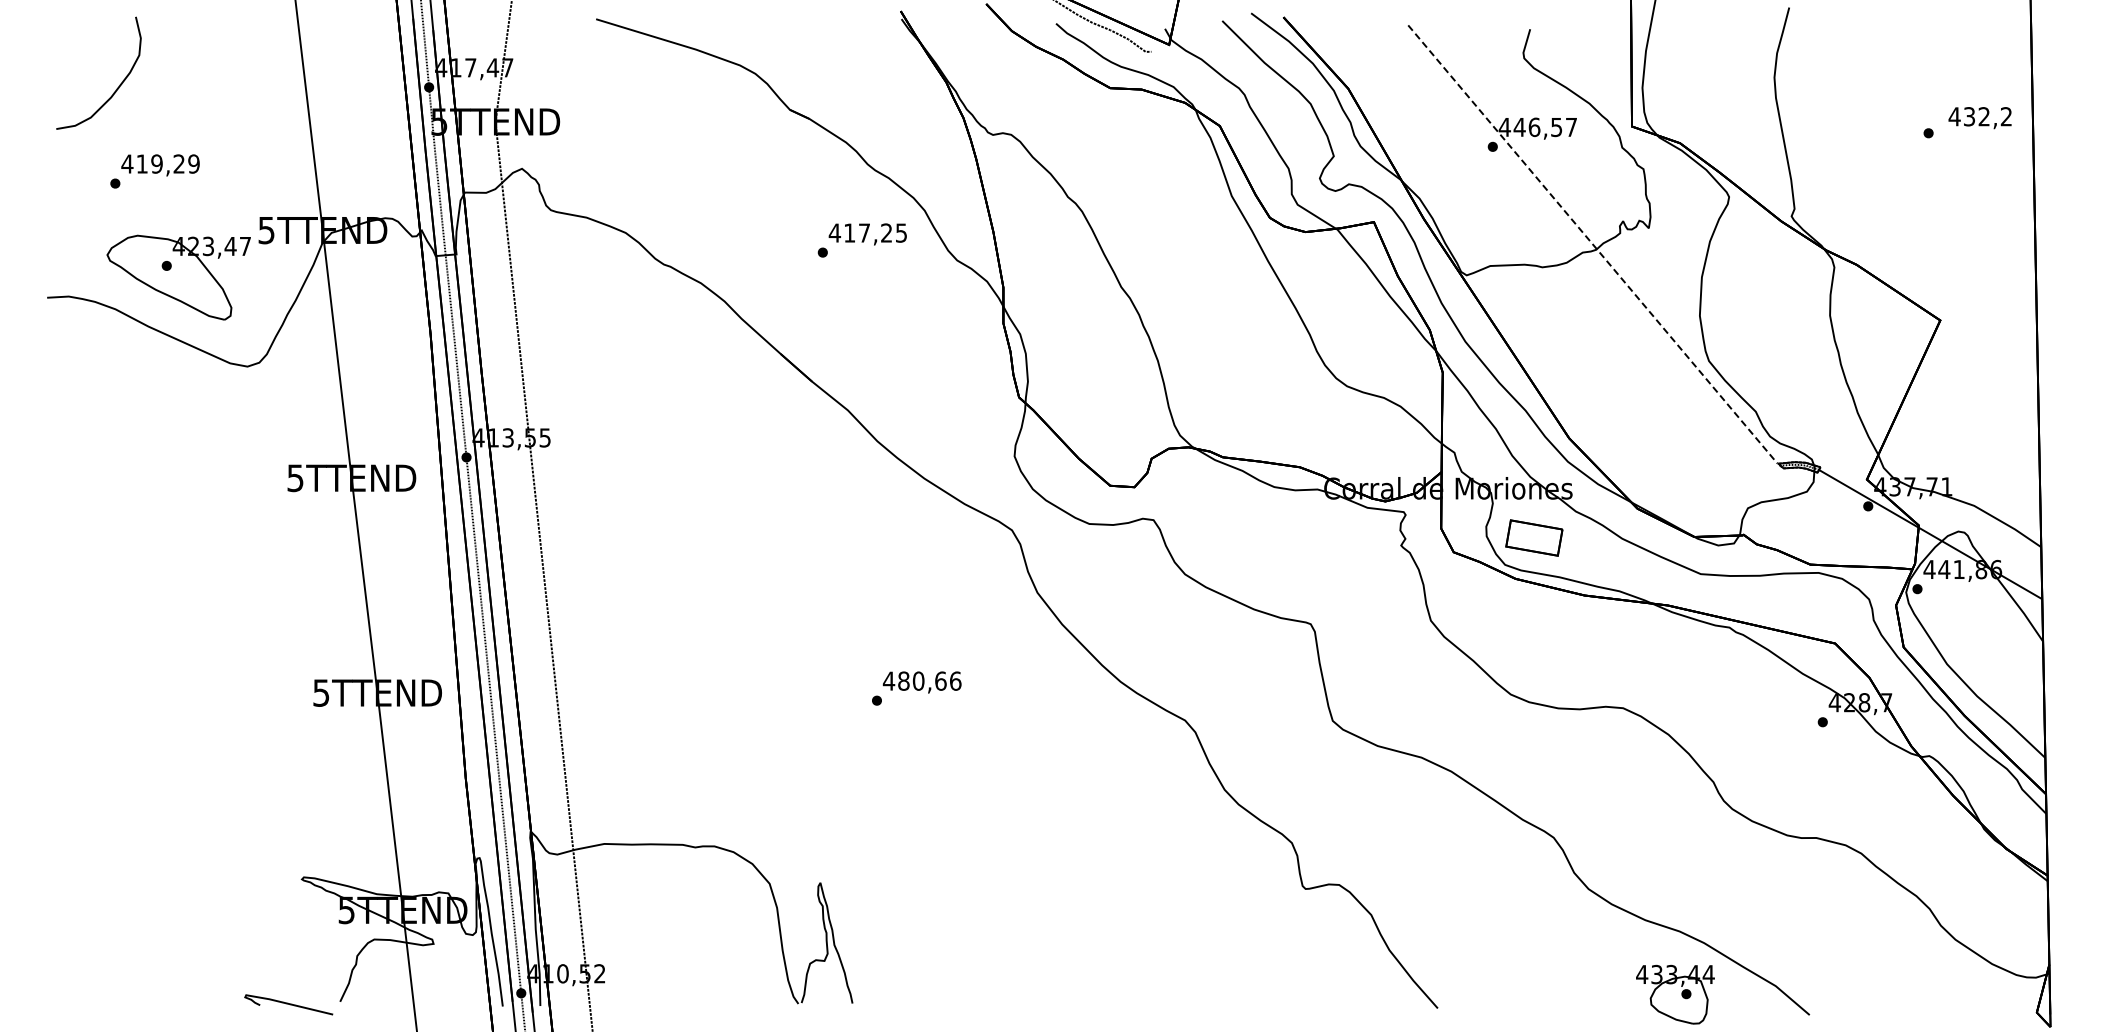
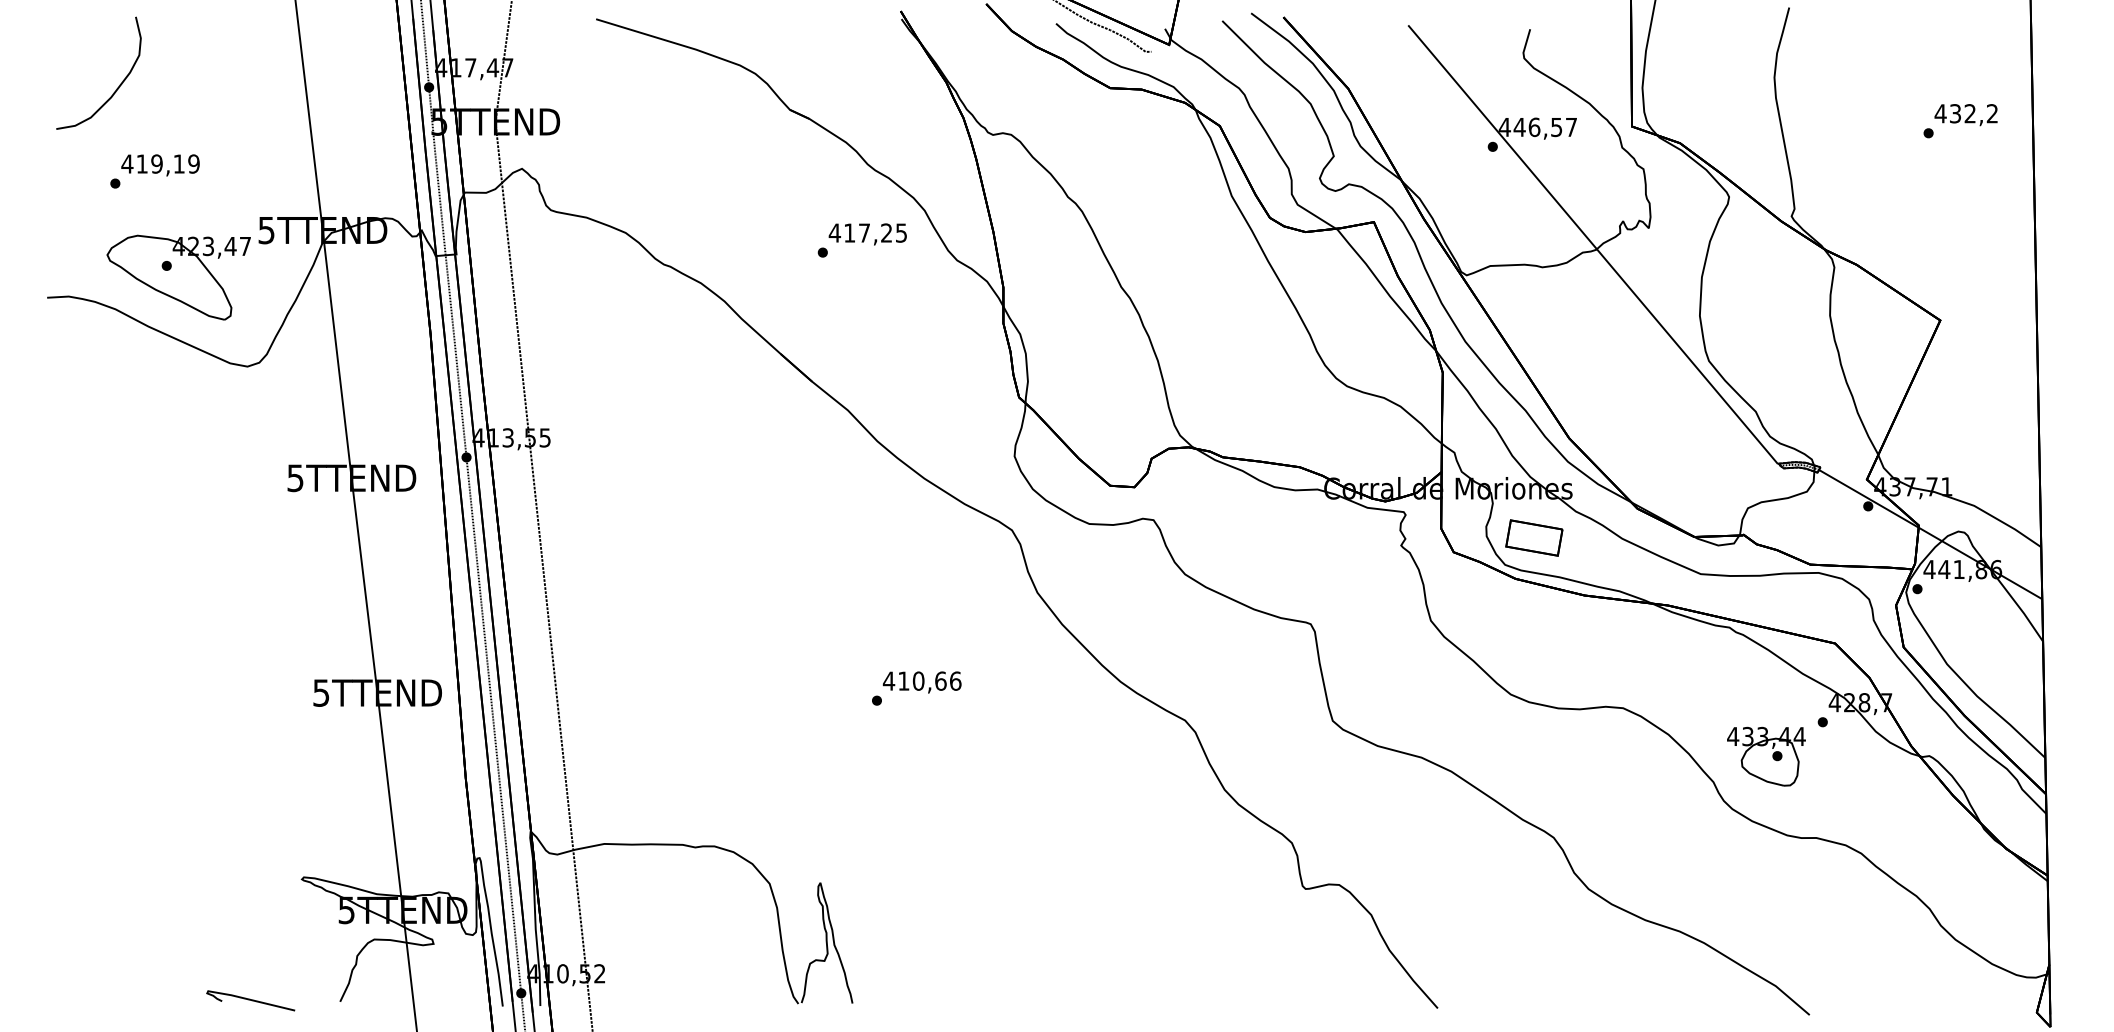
text at (1979, 118) position: (1979, 118) -> (1965, 115)
text at (178, 163): 419,29 -> 419,19
line at (1593, 245): dashed -> solid
text at (903, 680): 480,66 -> 410,66
part at (1675, 994) position: (1675, 994) -> (1766, 756)
curve at (288, 1004) position: (288, 1004) -> (250, 1000)
